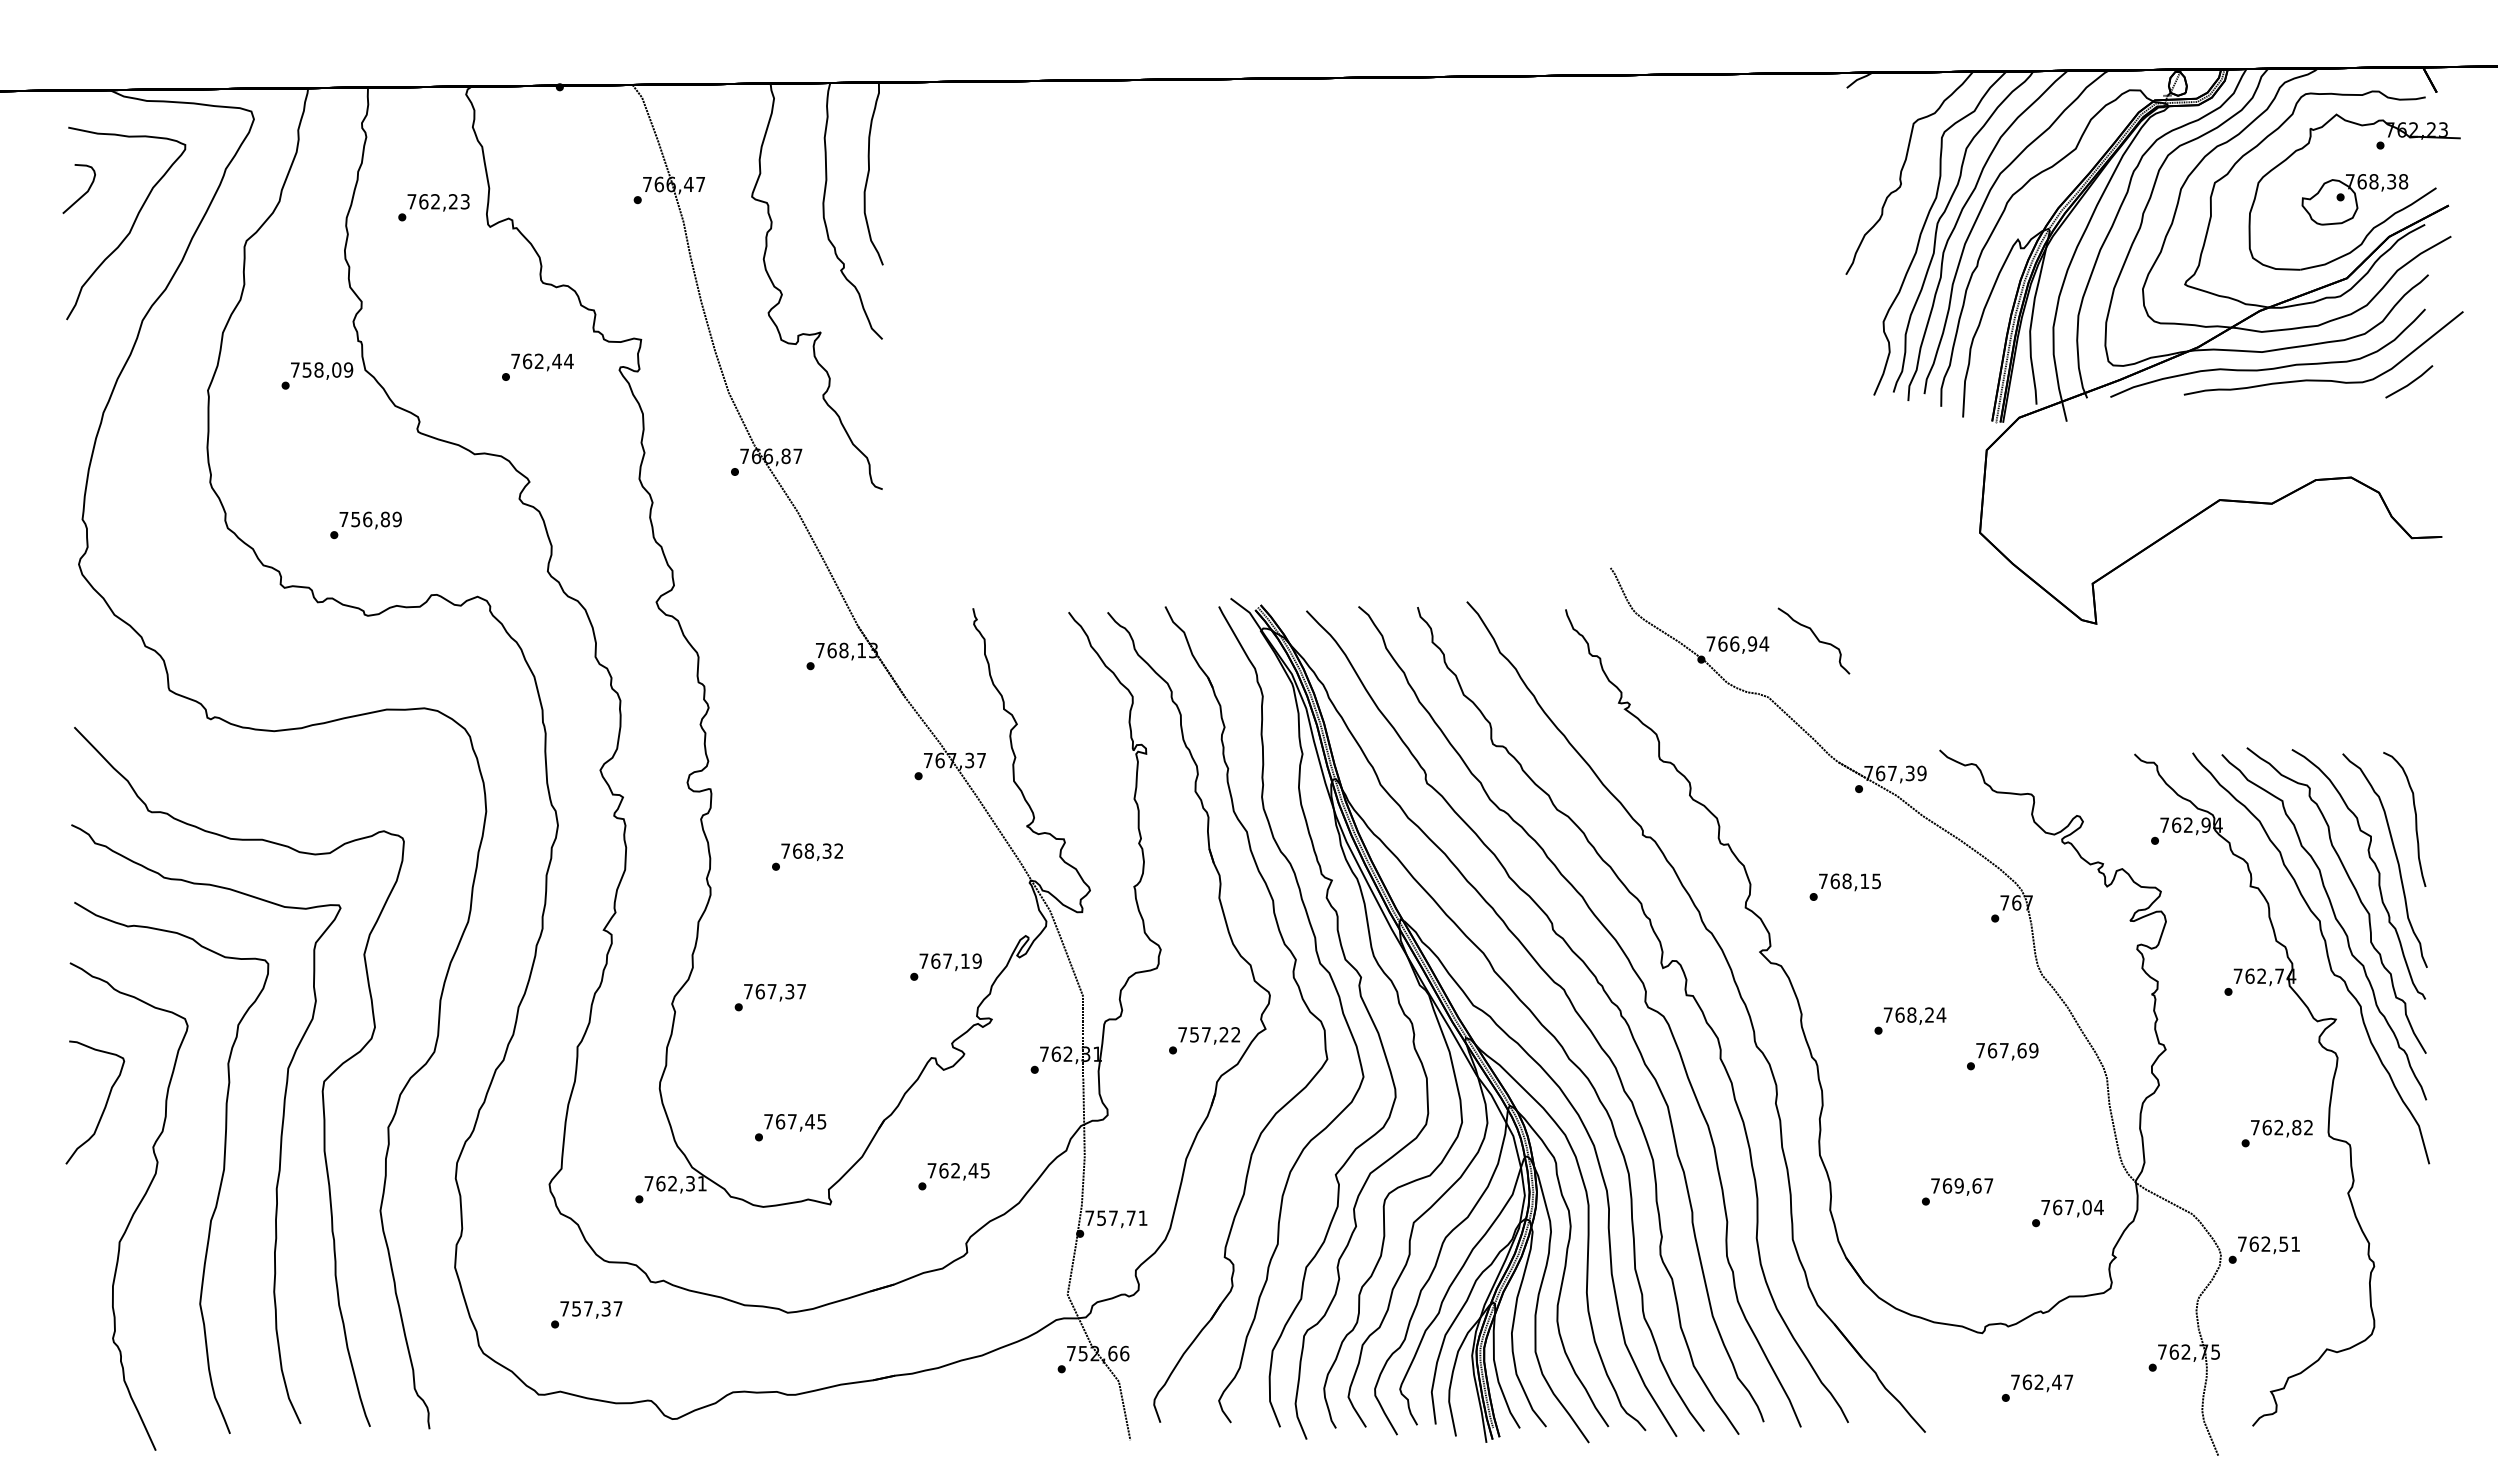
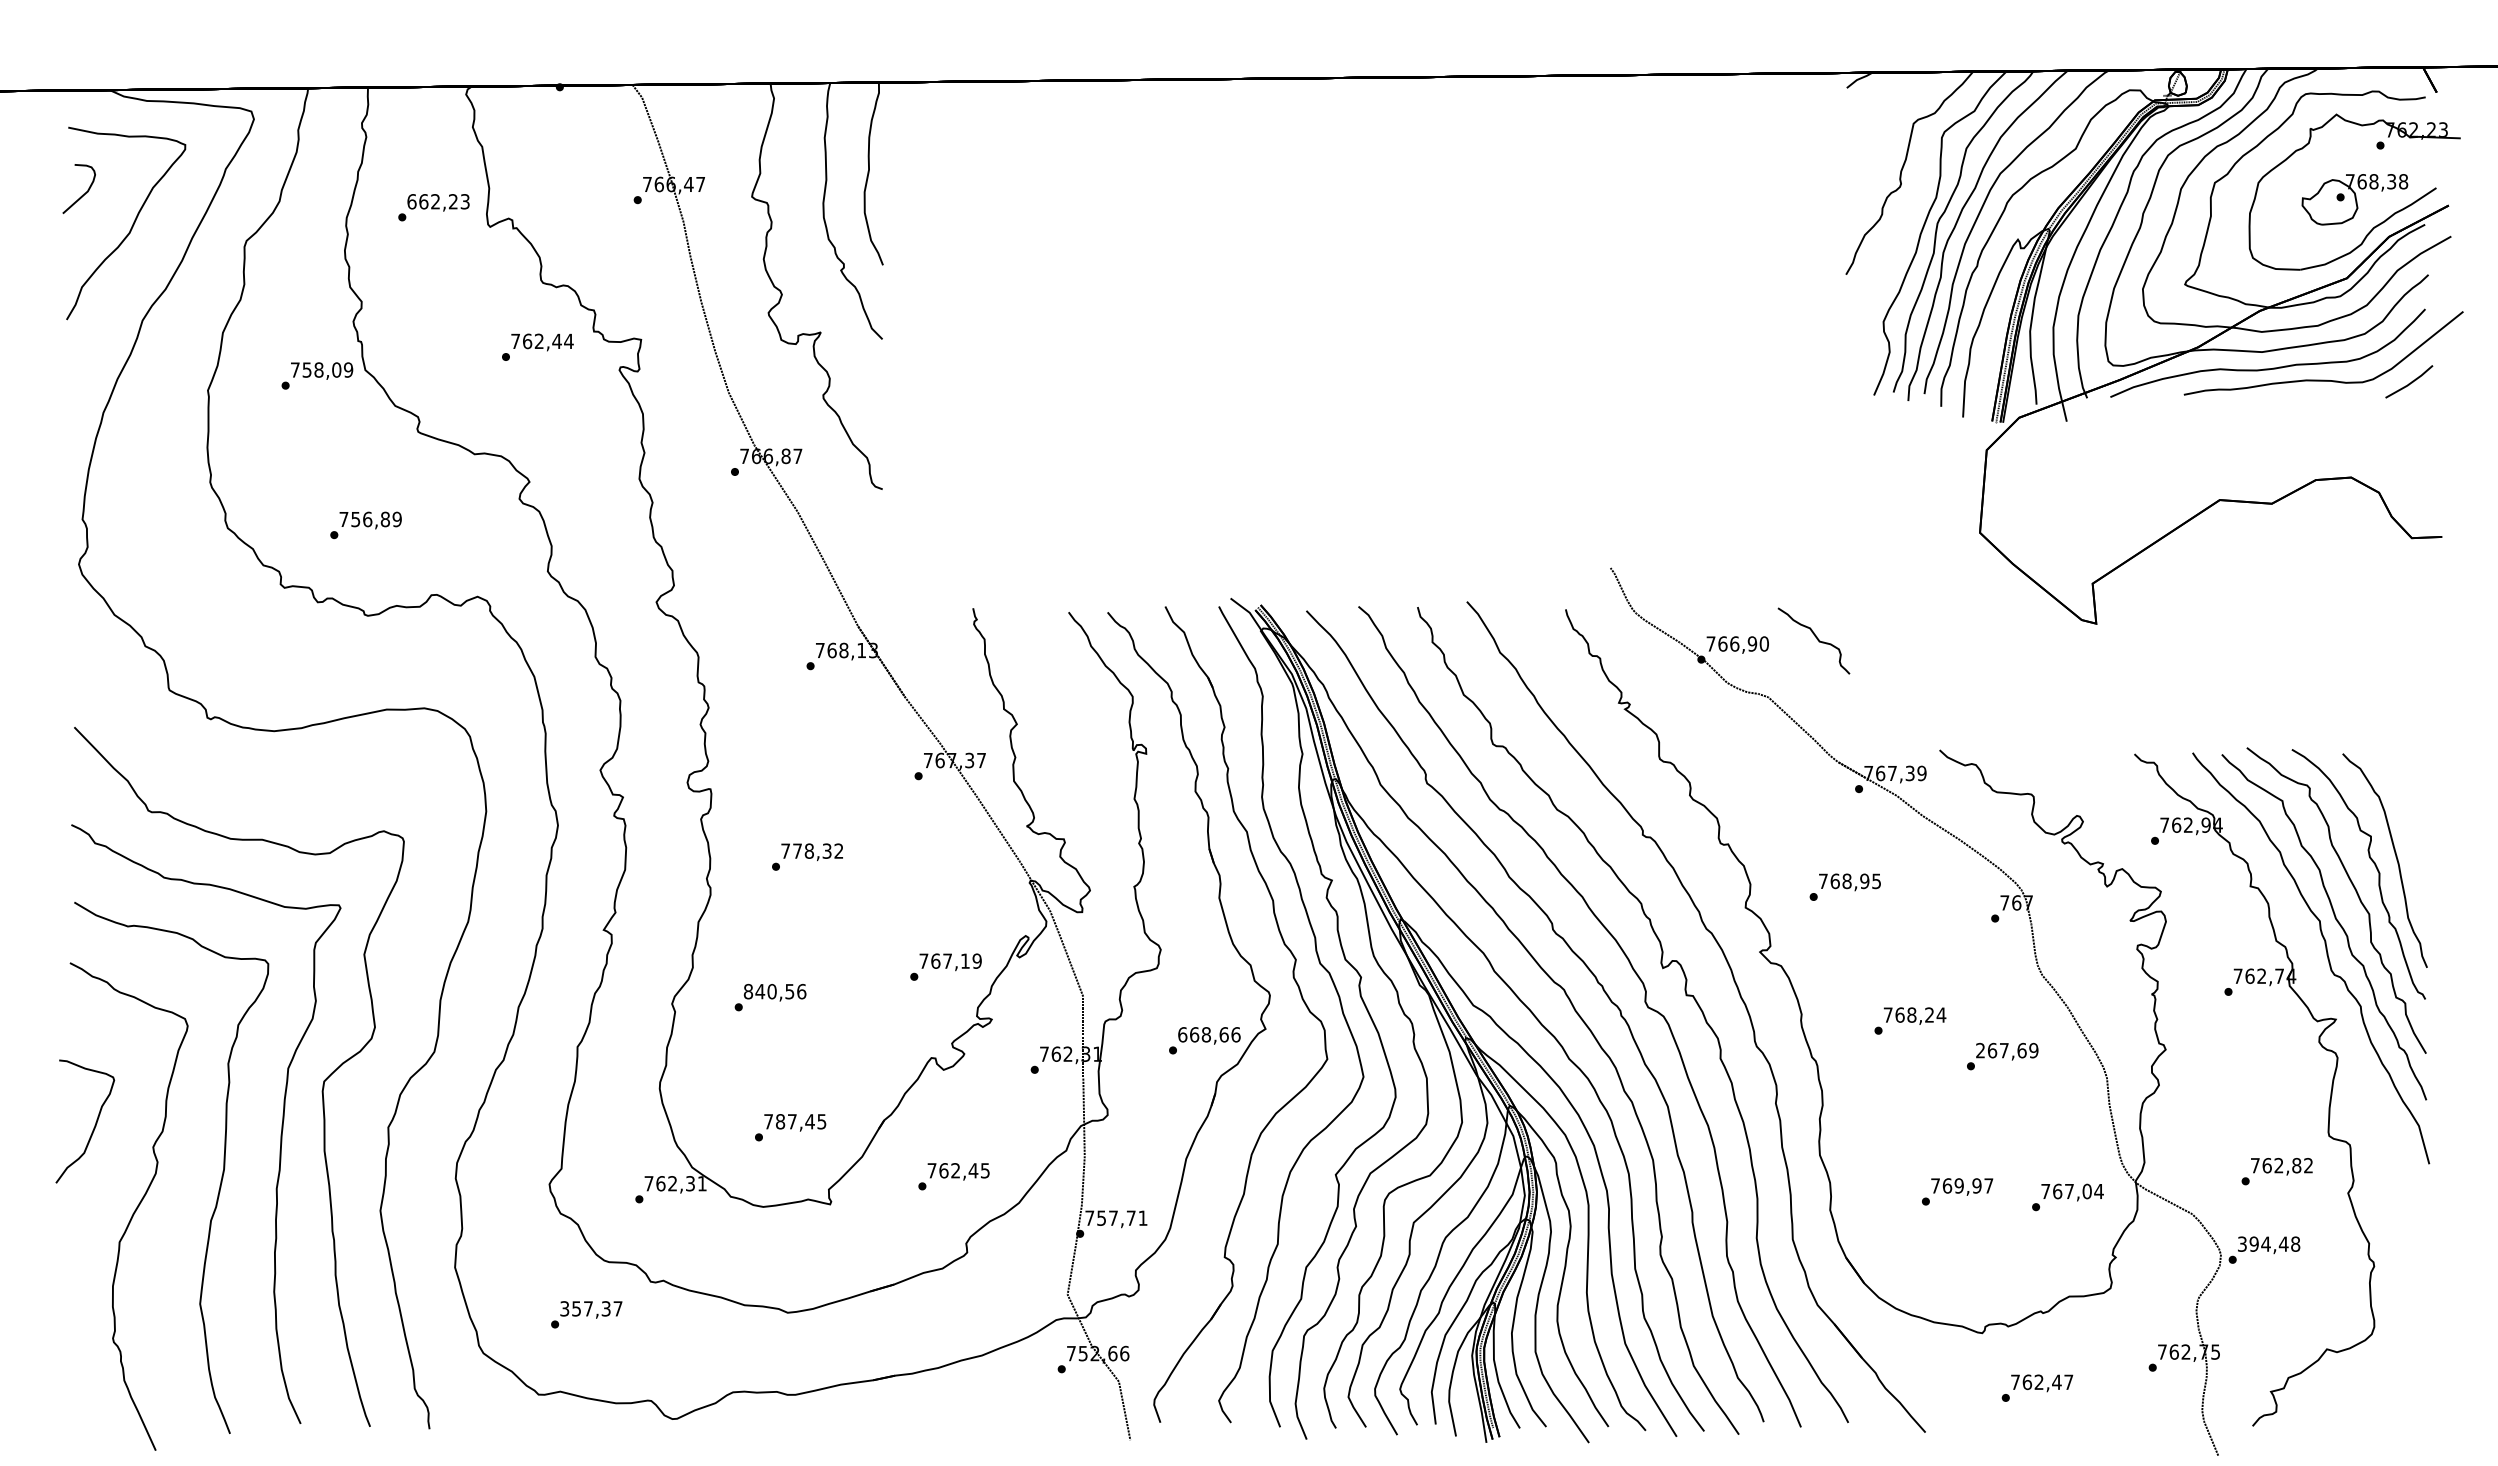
text at (411, 201): 762,23 -> 662,23
text at (537, 366) position: (537, 366) -> (537, 346)
text at (1764, 643): 766,94 -> 766,90
part at (2415, 819): present -> none
text at (797, 850): 768,32 -> 778,32
text at (1864, 881): 768,15 -> 768,95
text at (774, 991): 767,37 -> 840,56
text at (1209, 1034): 757,22 -> 668,66
text at (1980, 1050): 767,69 -> 267,69
part at (104, 1106) position: (104, 1106) -> (94, 1125)
text at (780, 1121): 767,45 -> 787,45
text at (2276, 1133) position: (2276, 1133) -> (2276, 1171)
text at (1976, 1185): 769,67 -> 769,97
text at (2067, 1213) position: (2067, 1213) -> (2067, 1197)
text at (2269, 1243): 762,51 -> 394,48
text at (564, 1308): 757,37 -> 357,37
